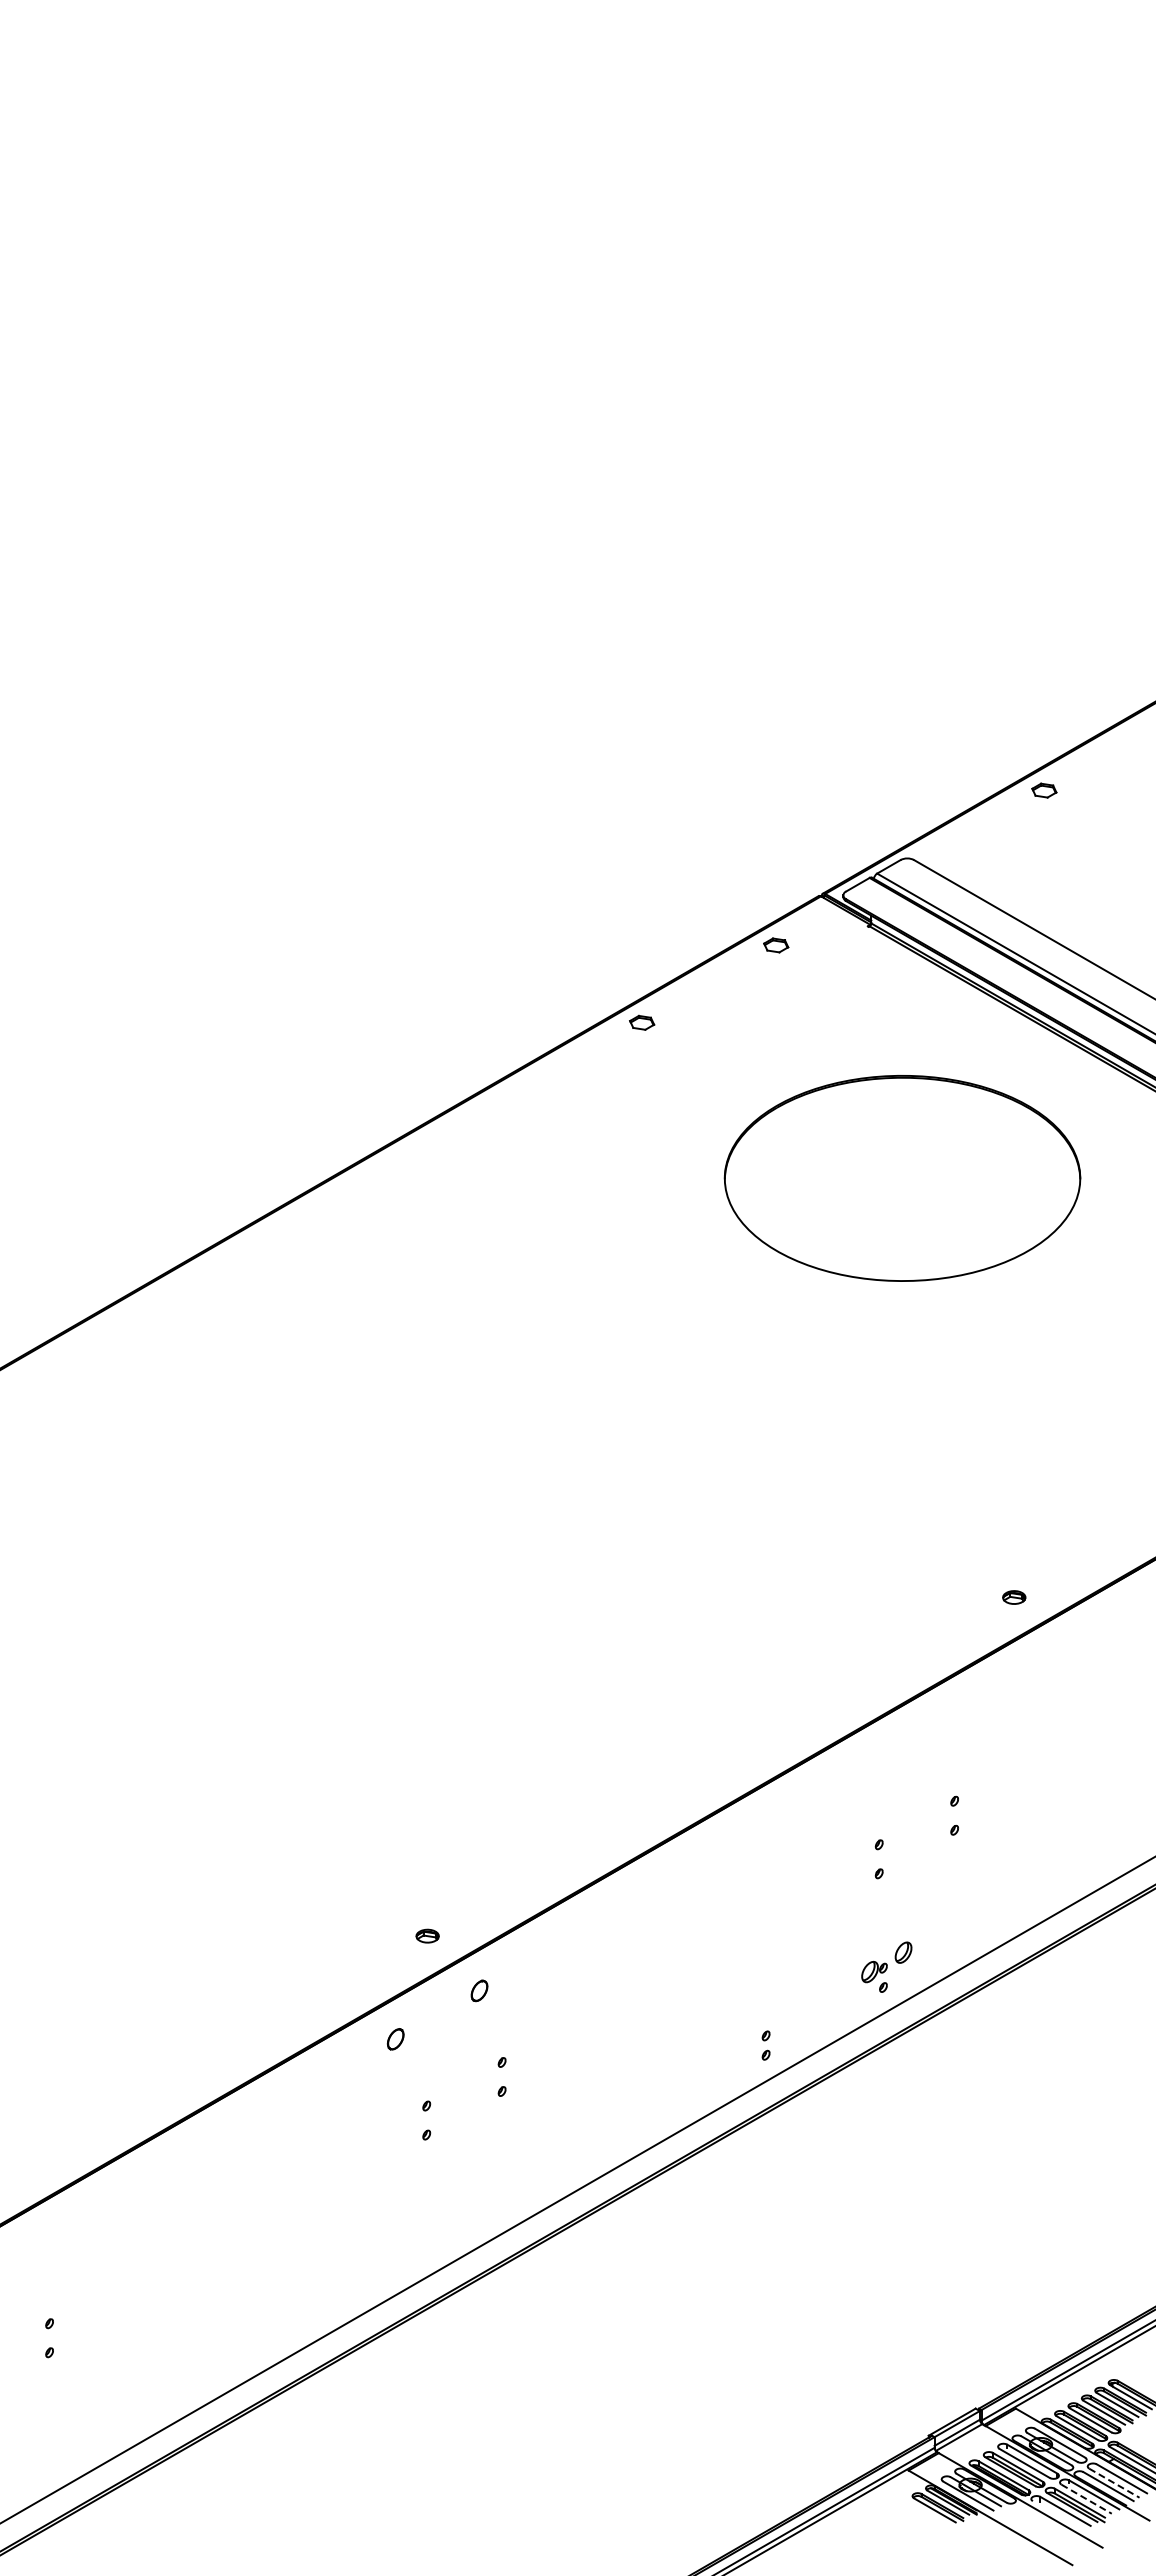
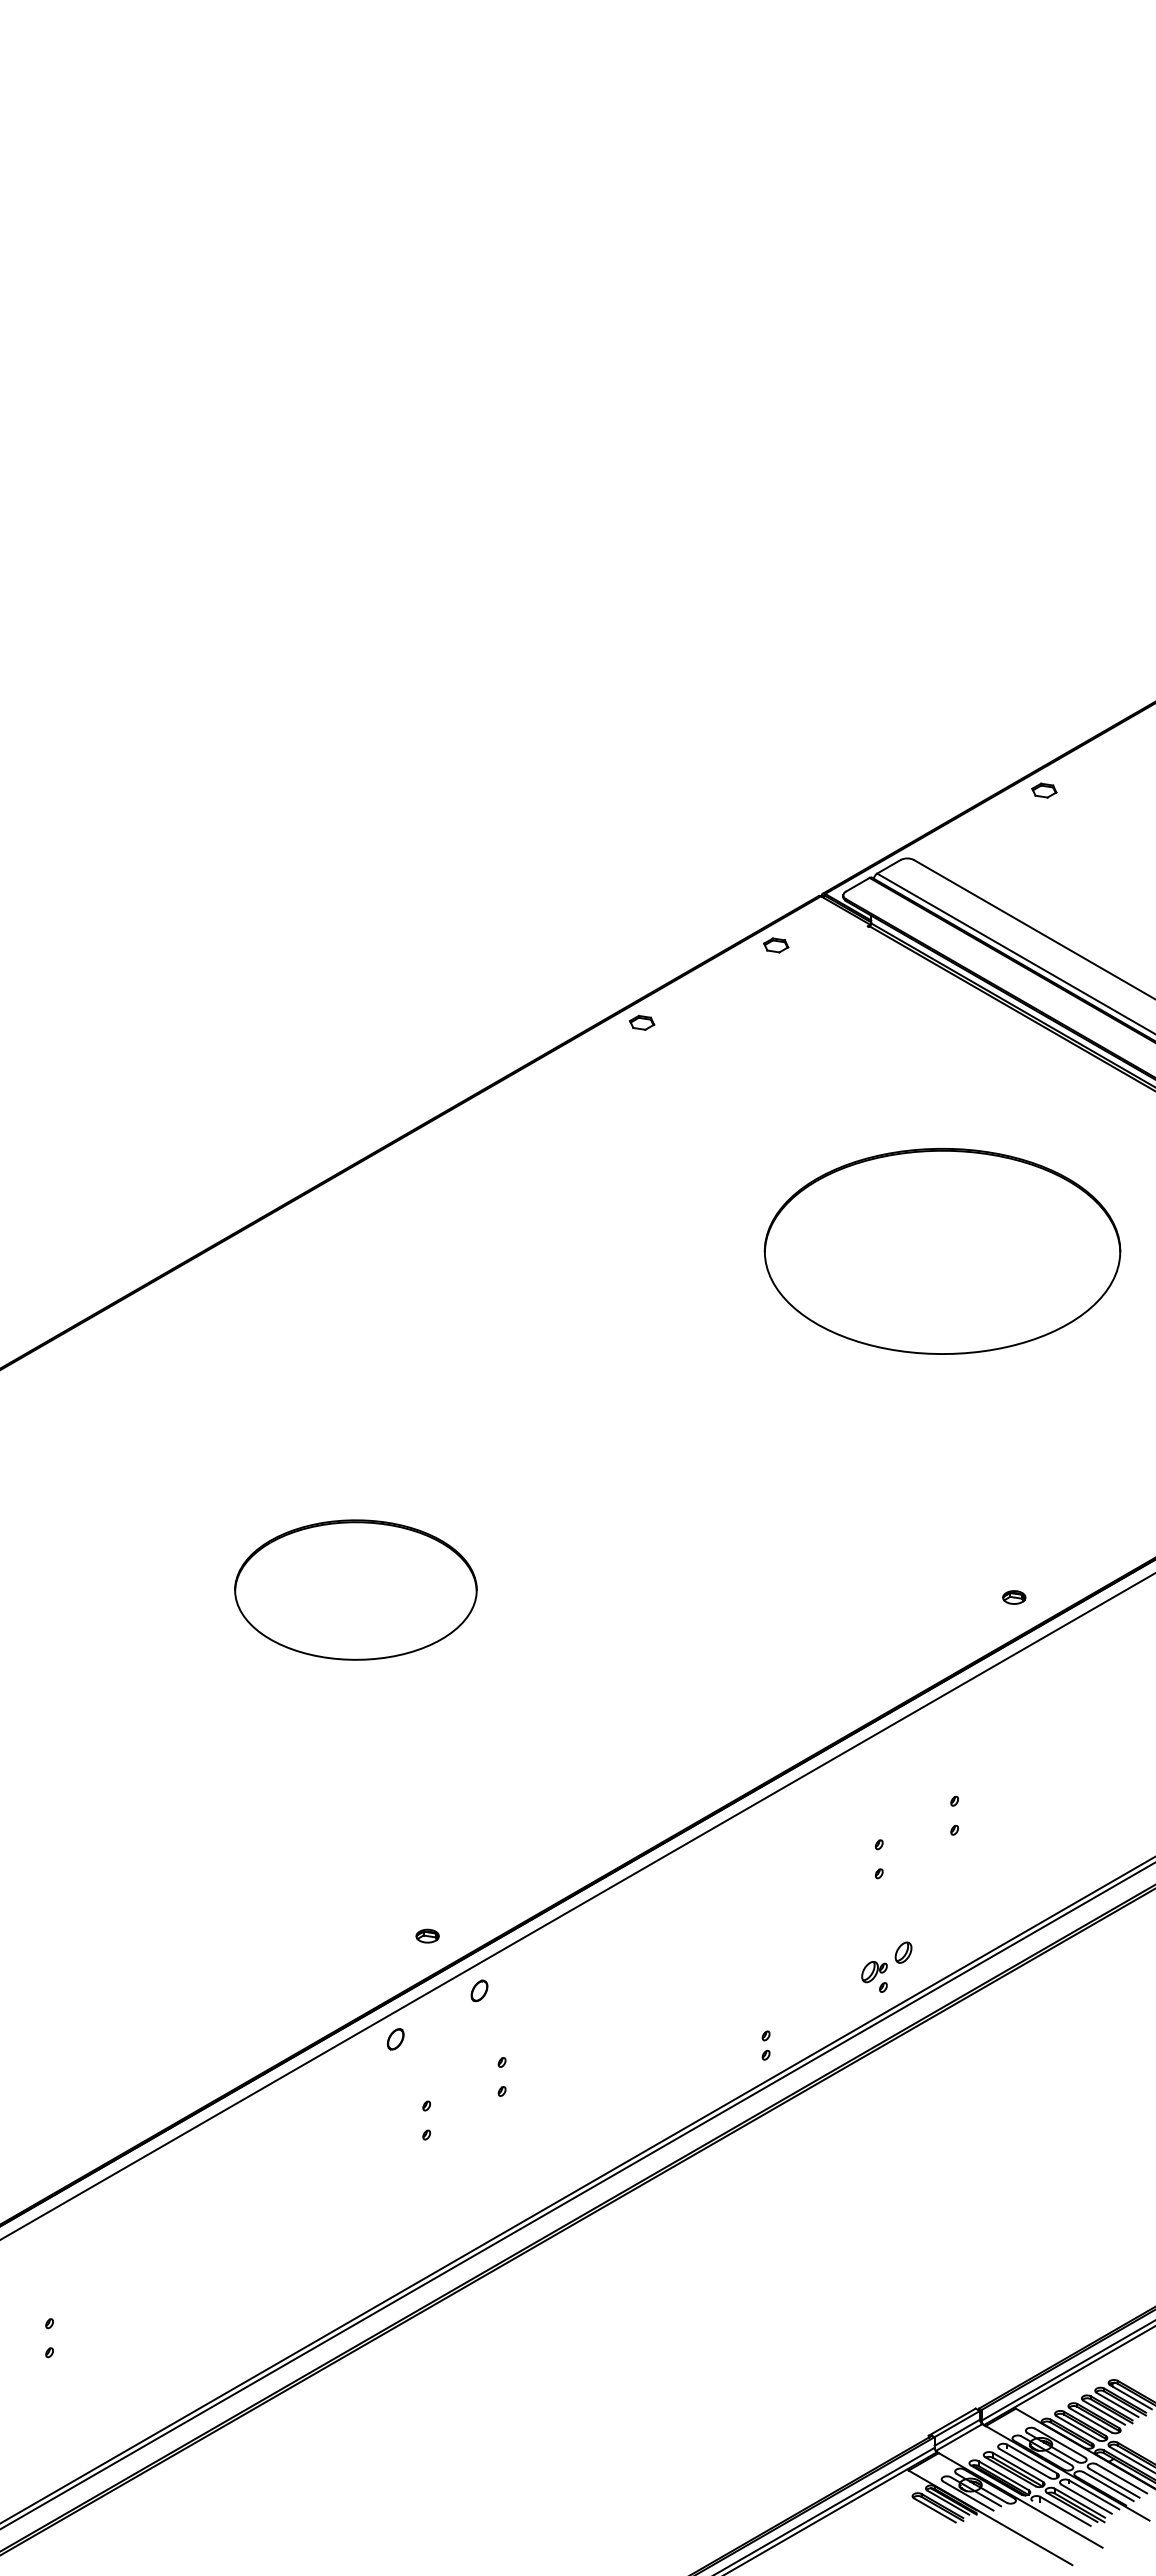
part at (902, 1178) position: (902, 1178) -> (942, 1251)
part at (355, 1589): none -> present
line at (577, 1906): none -> present
line at (577, 2196): none -> present
line at (1114, 2483): dashed -> solid
line at (1087, 2499): dashed -> solid
